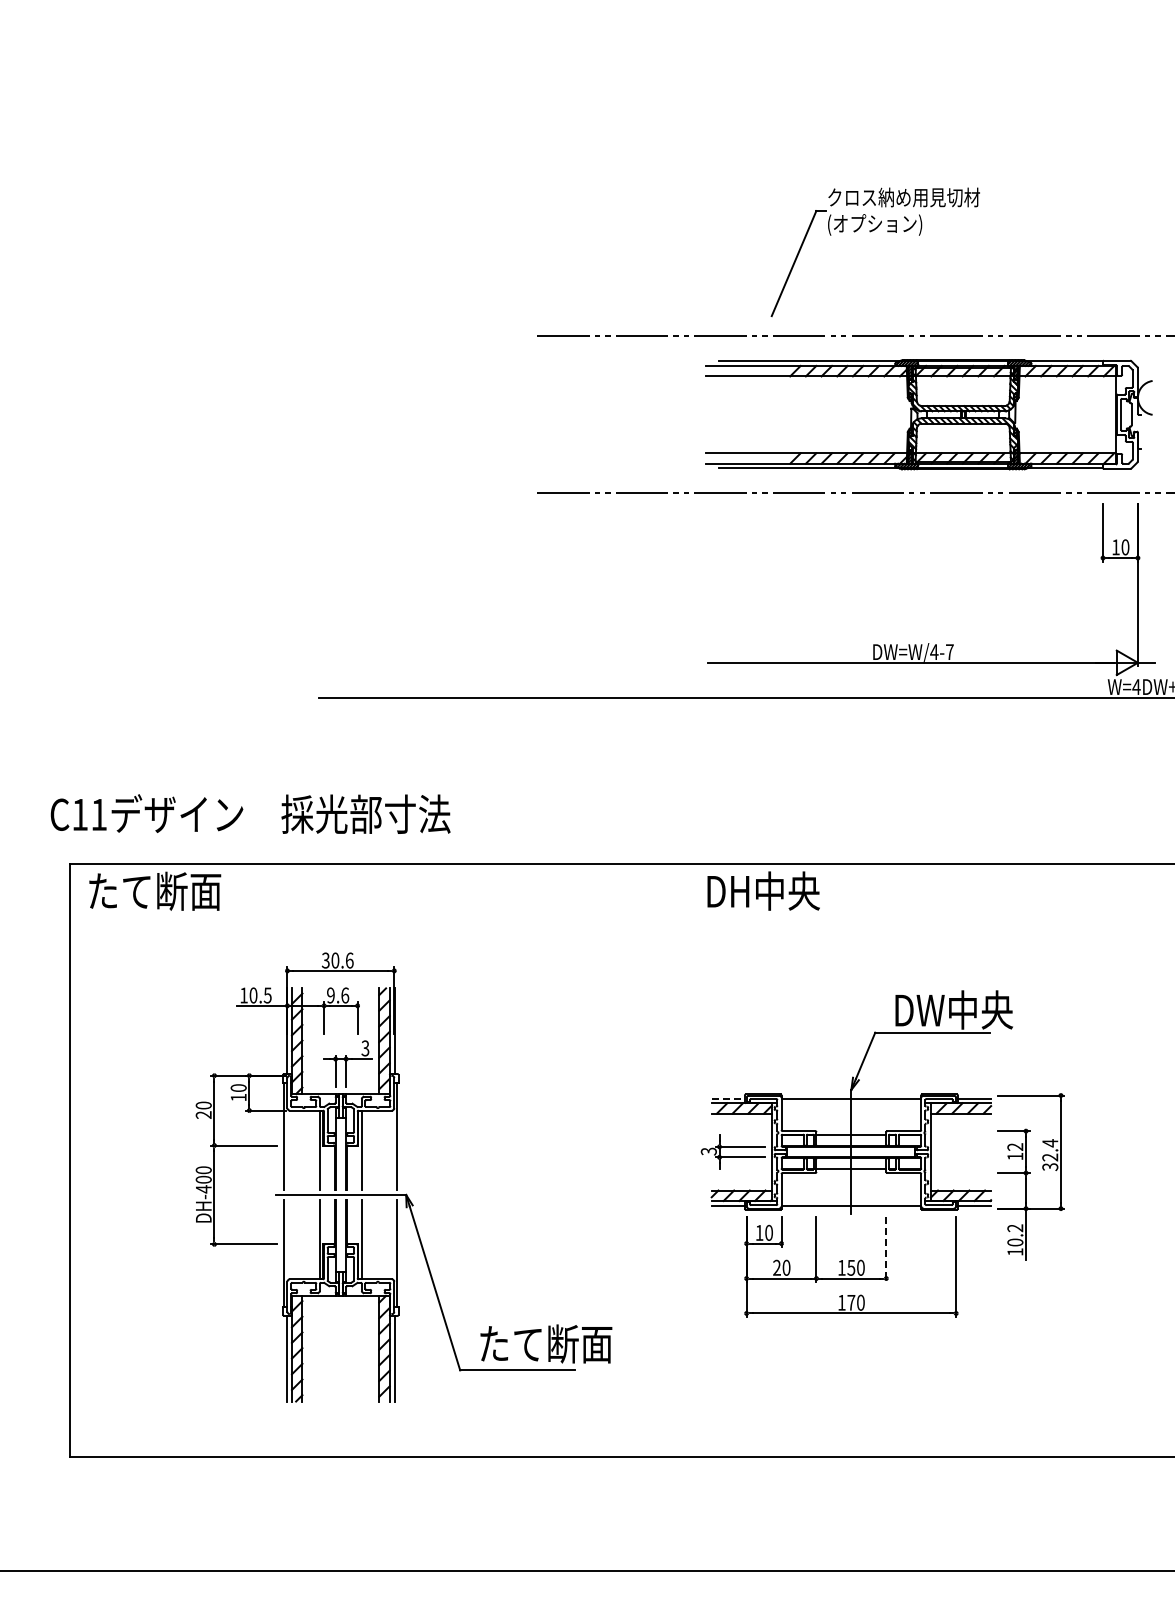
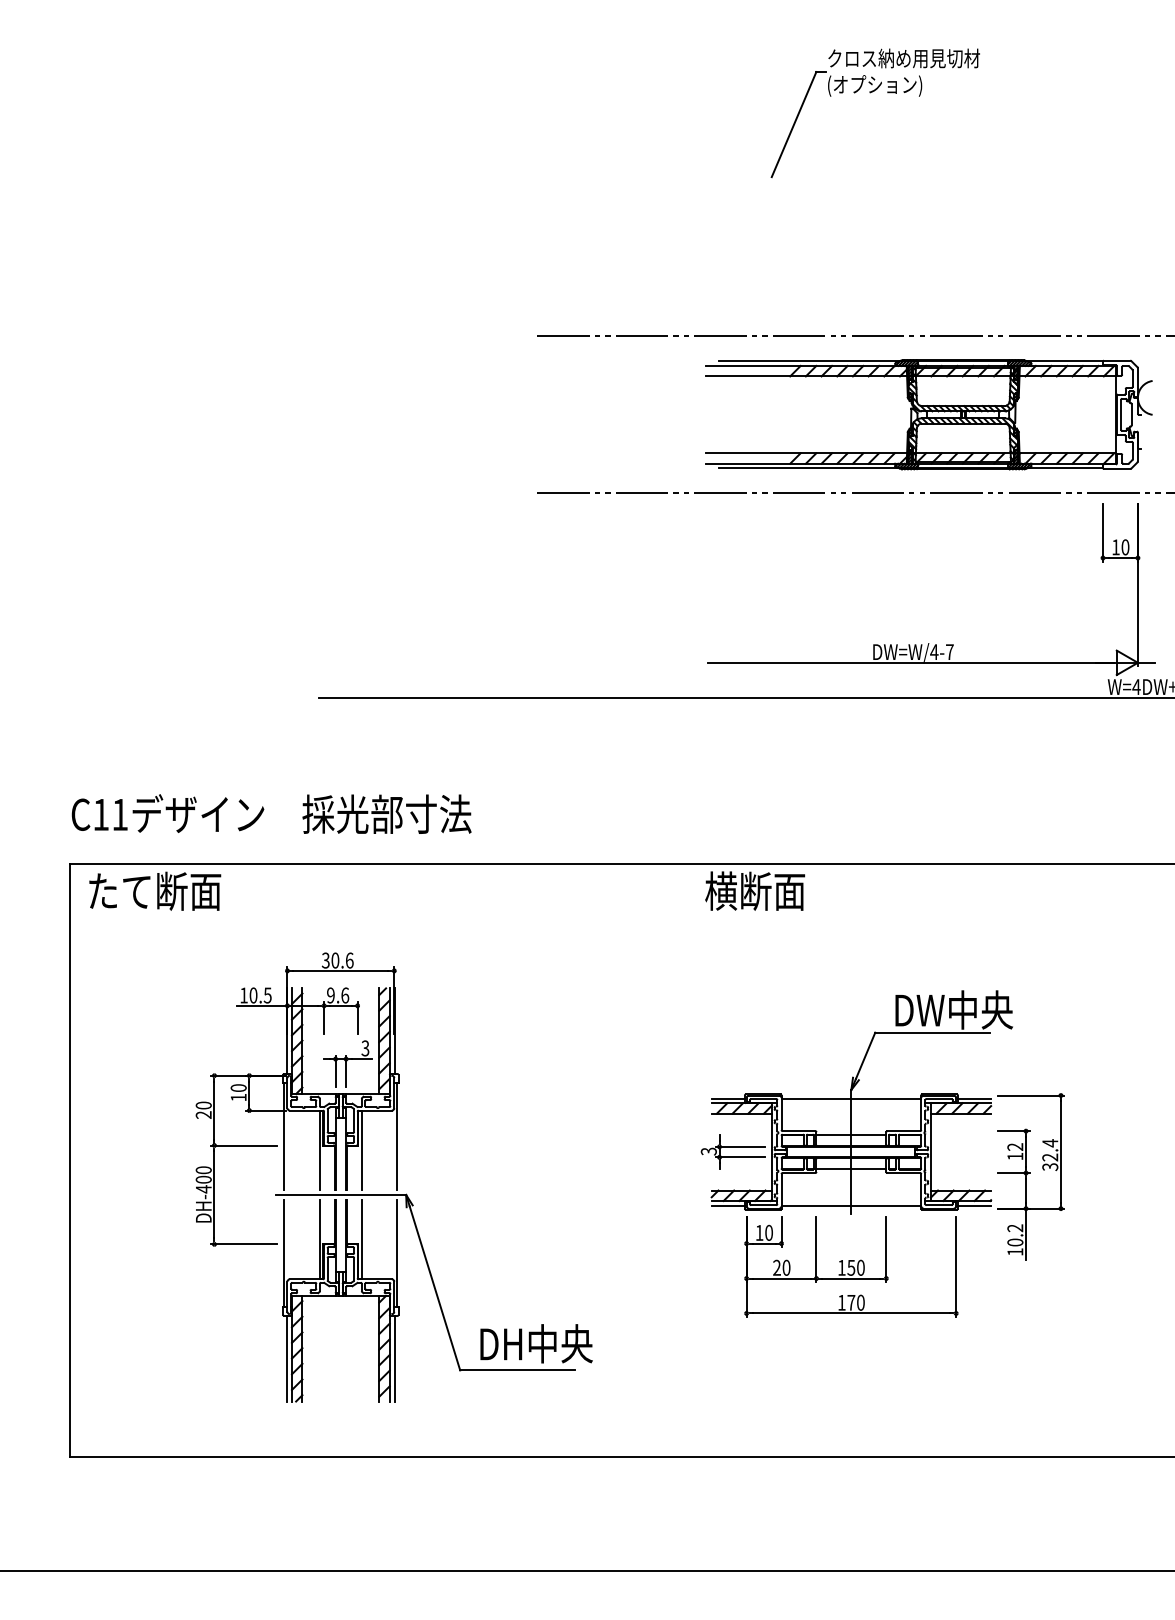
part at (870, 232) position: (870, 232) -> (870, 93)
text at (250, 813) position: (250, 813) -> (271, 813)
text at (762, 890): DH中央 -> 横断面
line at (728, 1098): dashed -> solid
line at (886, 1249): dashed -> solid
text at (546, 1343): たて断面 -> DH中央
